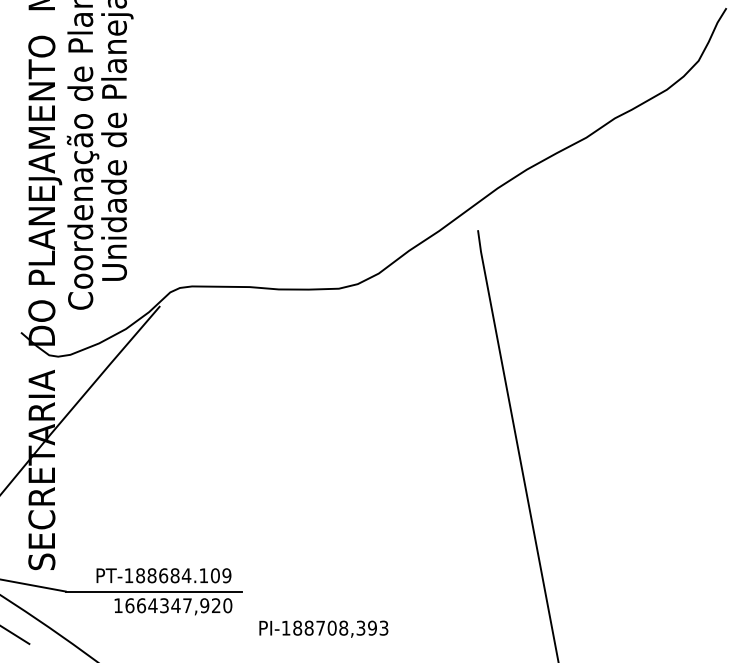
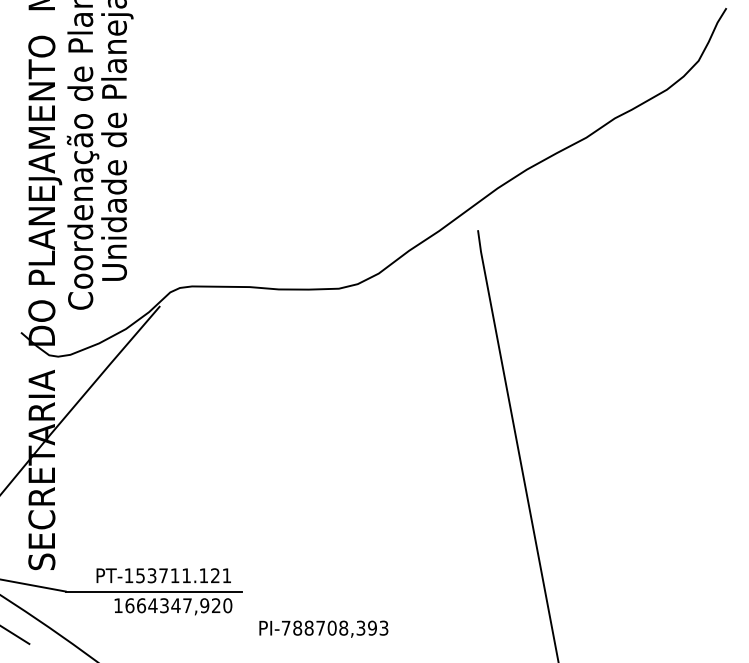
text at (183, 575): PT-188684.109 -> PT-153711.121
text at (286, 627): PI-188708,393 -> PI-788708,393
